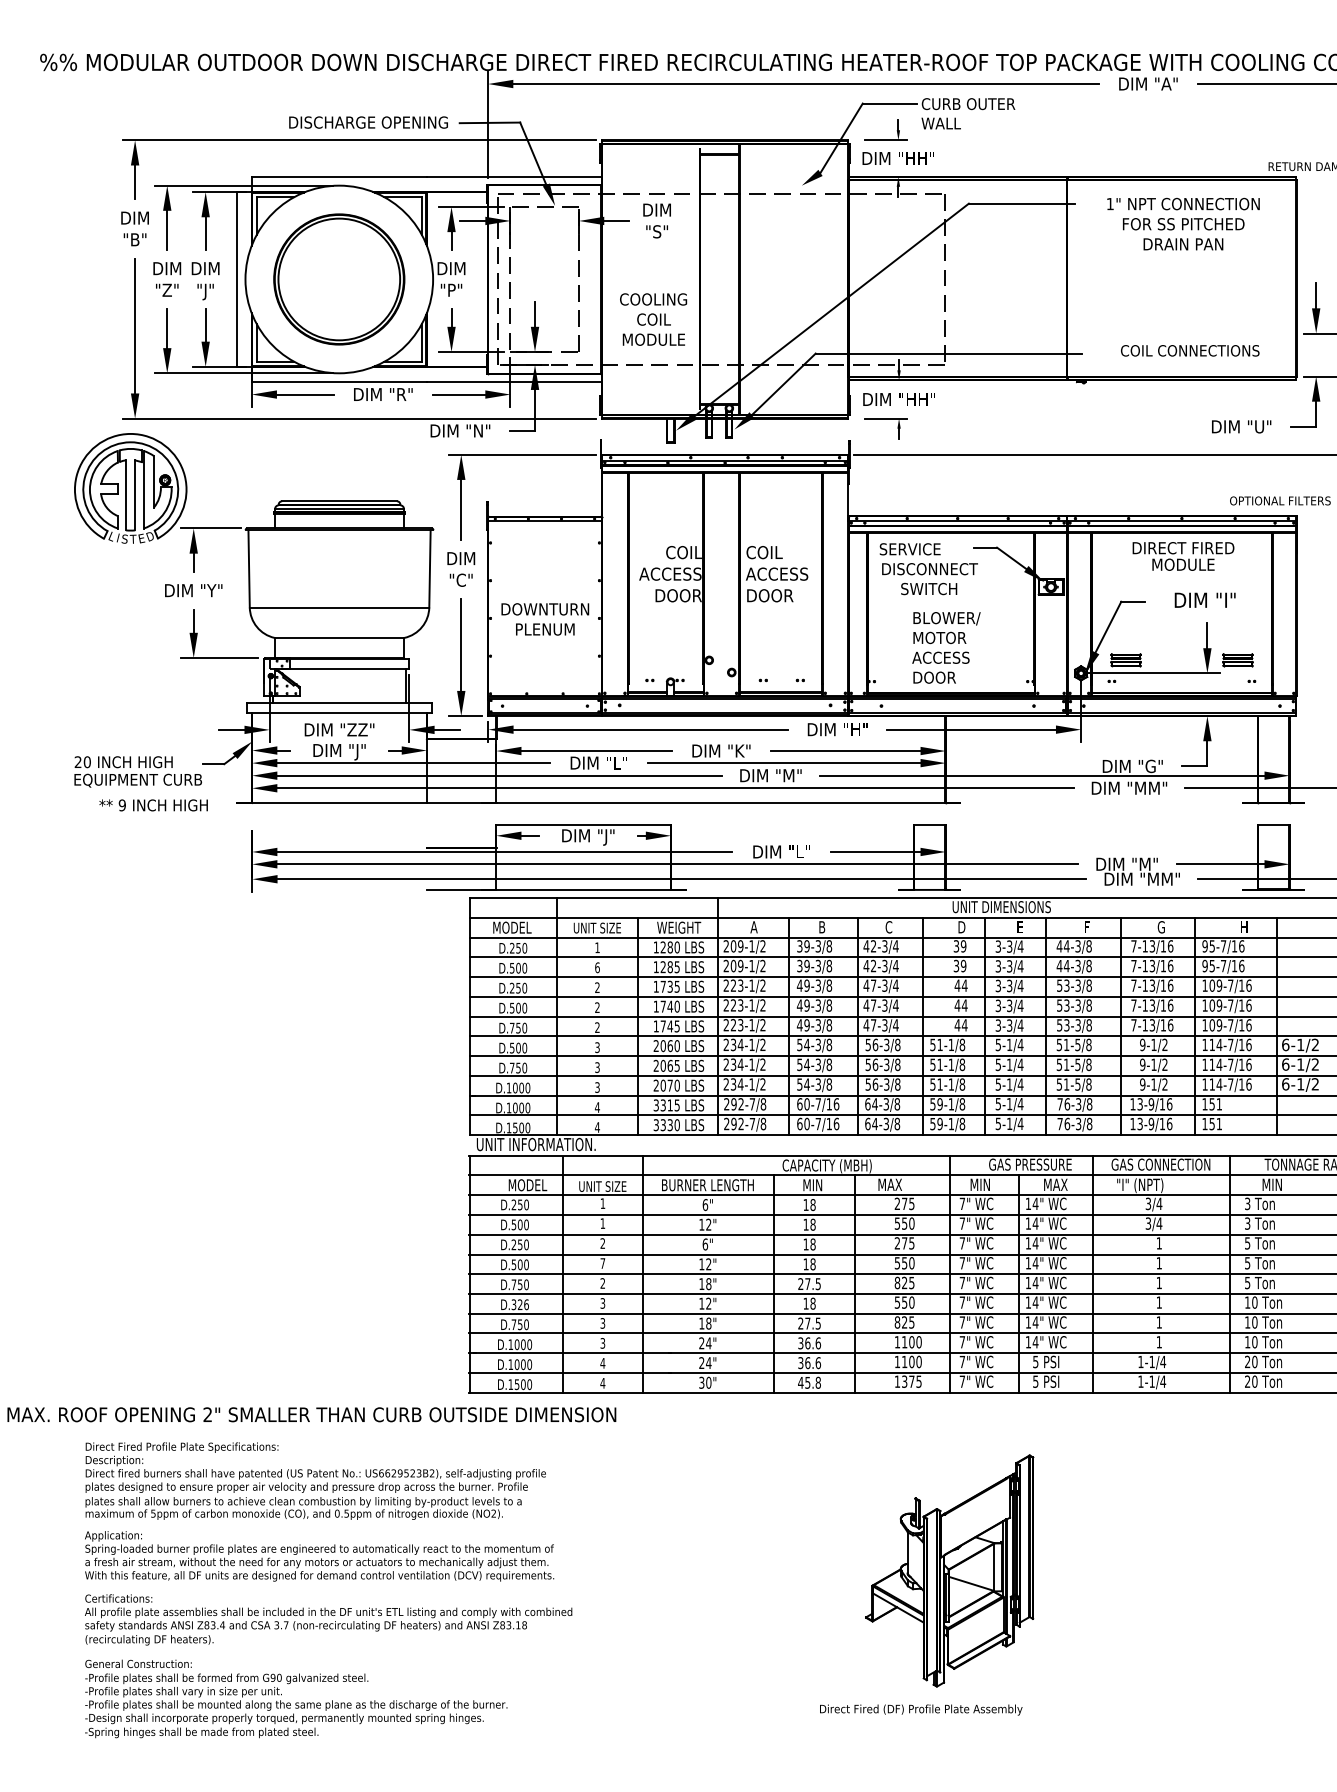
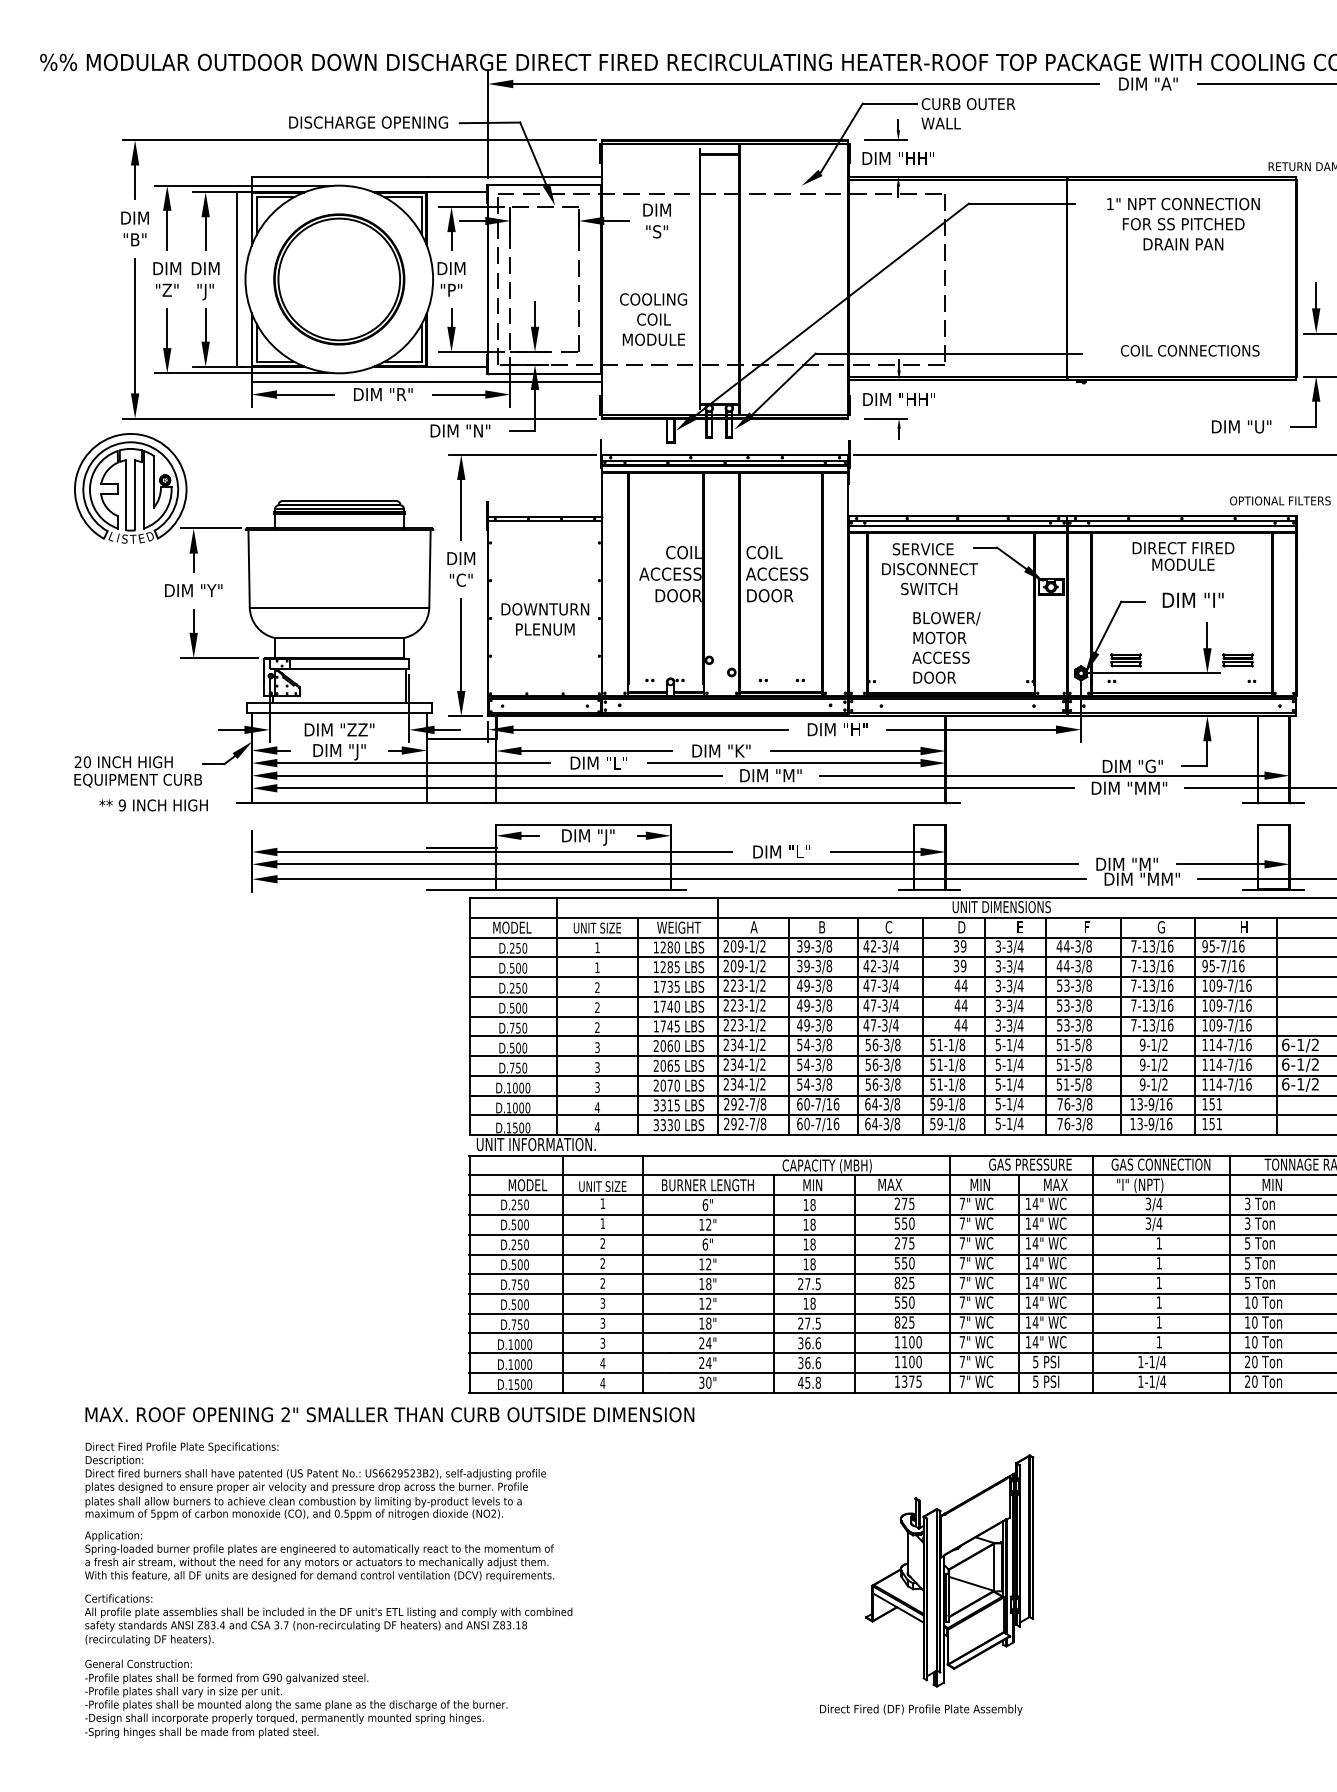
text at (909, 549) position: (909, 549) -> (922, 549)
text at (1204, 599) position: (1204, 599) -> (1192, 599)
text at (597, 967): 6 -> 1
text at (602, 1263): 7 -> 2
text at (520, 1304): D.326 -> D.500
text at (311, 1414) position: (311, 1414) -> (389, 1414)
